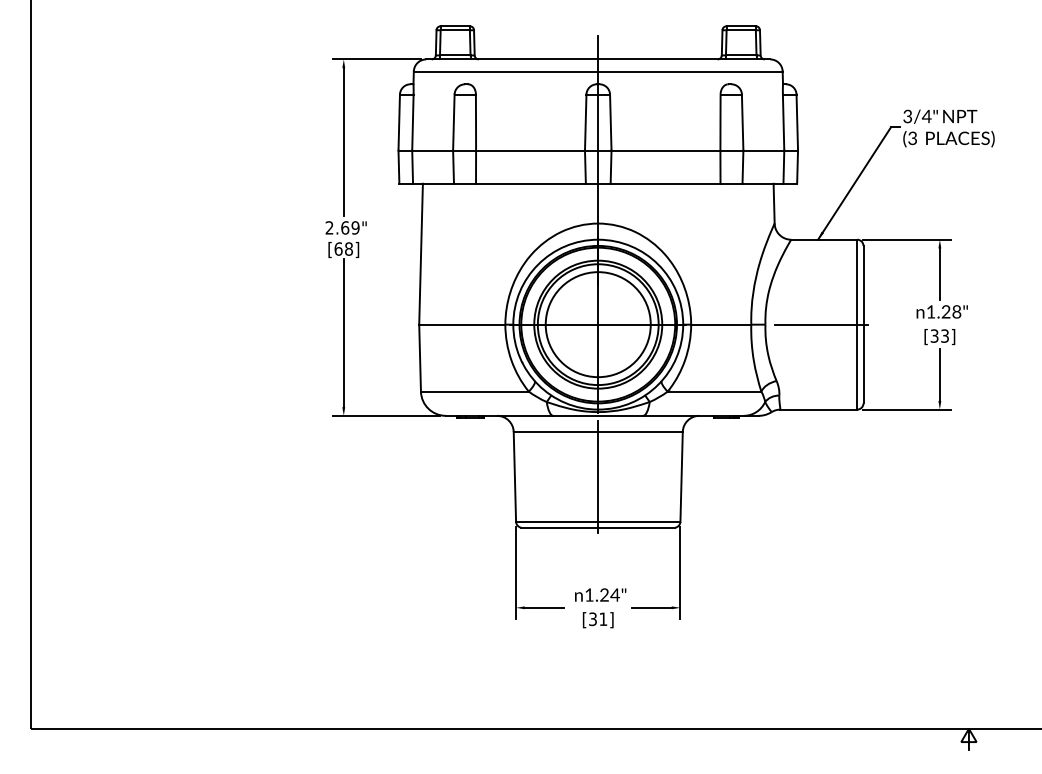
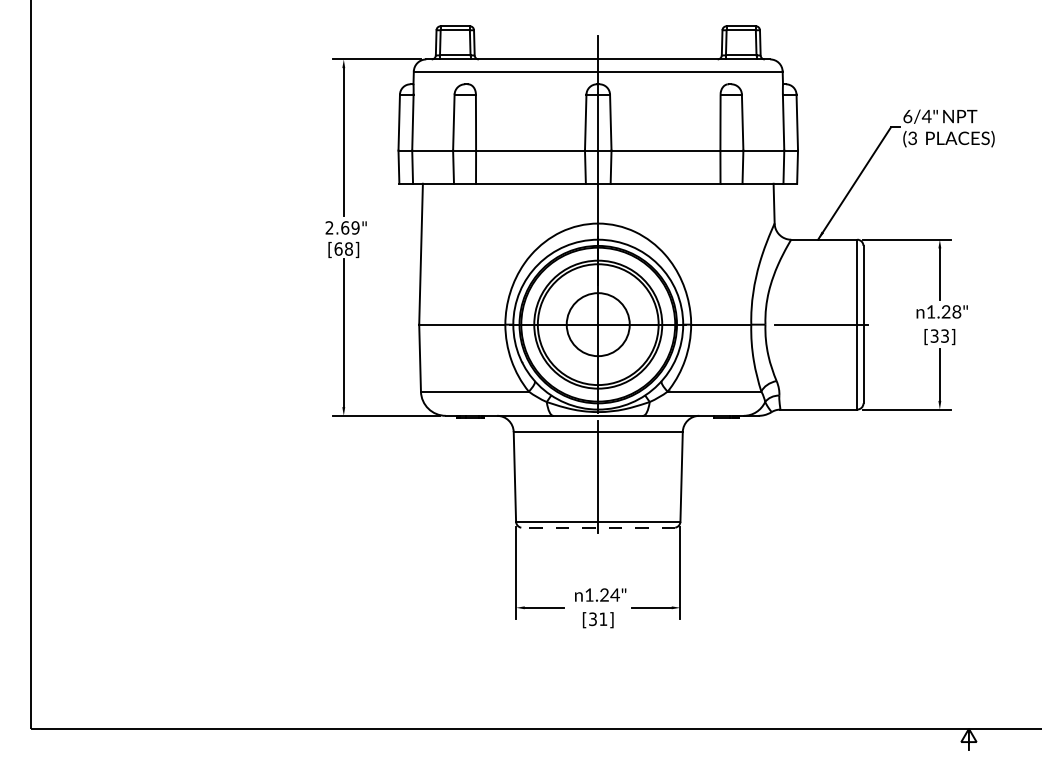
text at (907, 115): 3/4" -> 6/4"
circle at (597, 324) diameter: 105 px -> 63 px
line at (598, 527): solid -> dashed
